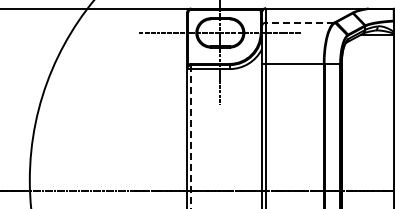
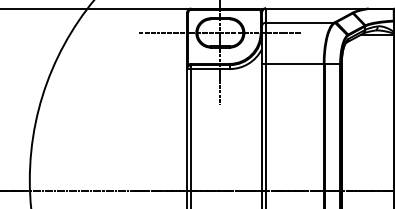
line at (299, 22): dashed -> solid
line at (191, 138): dashed -> solid
